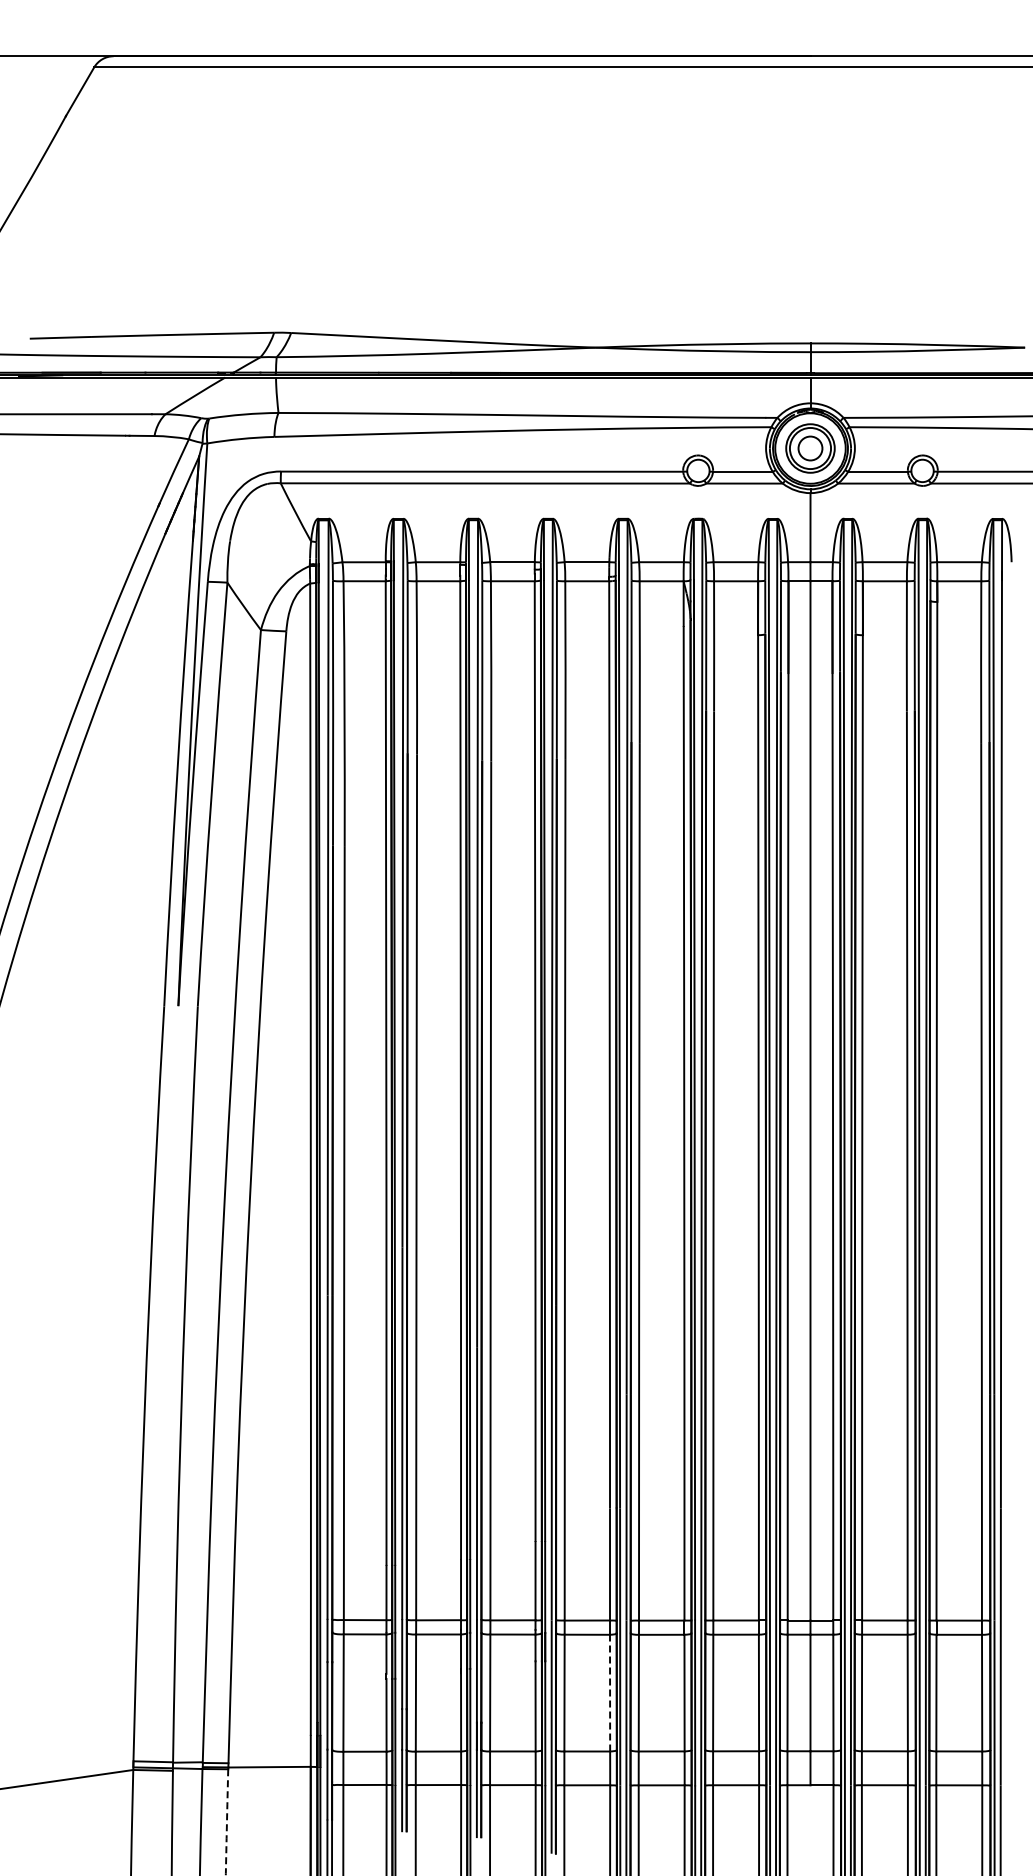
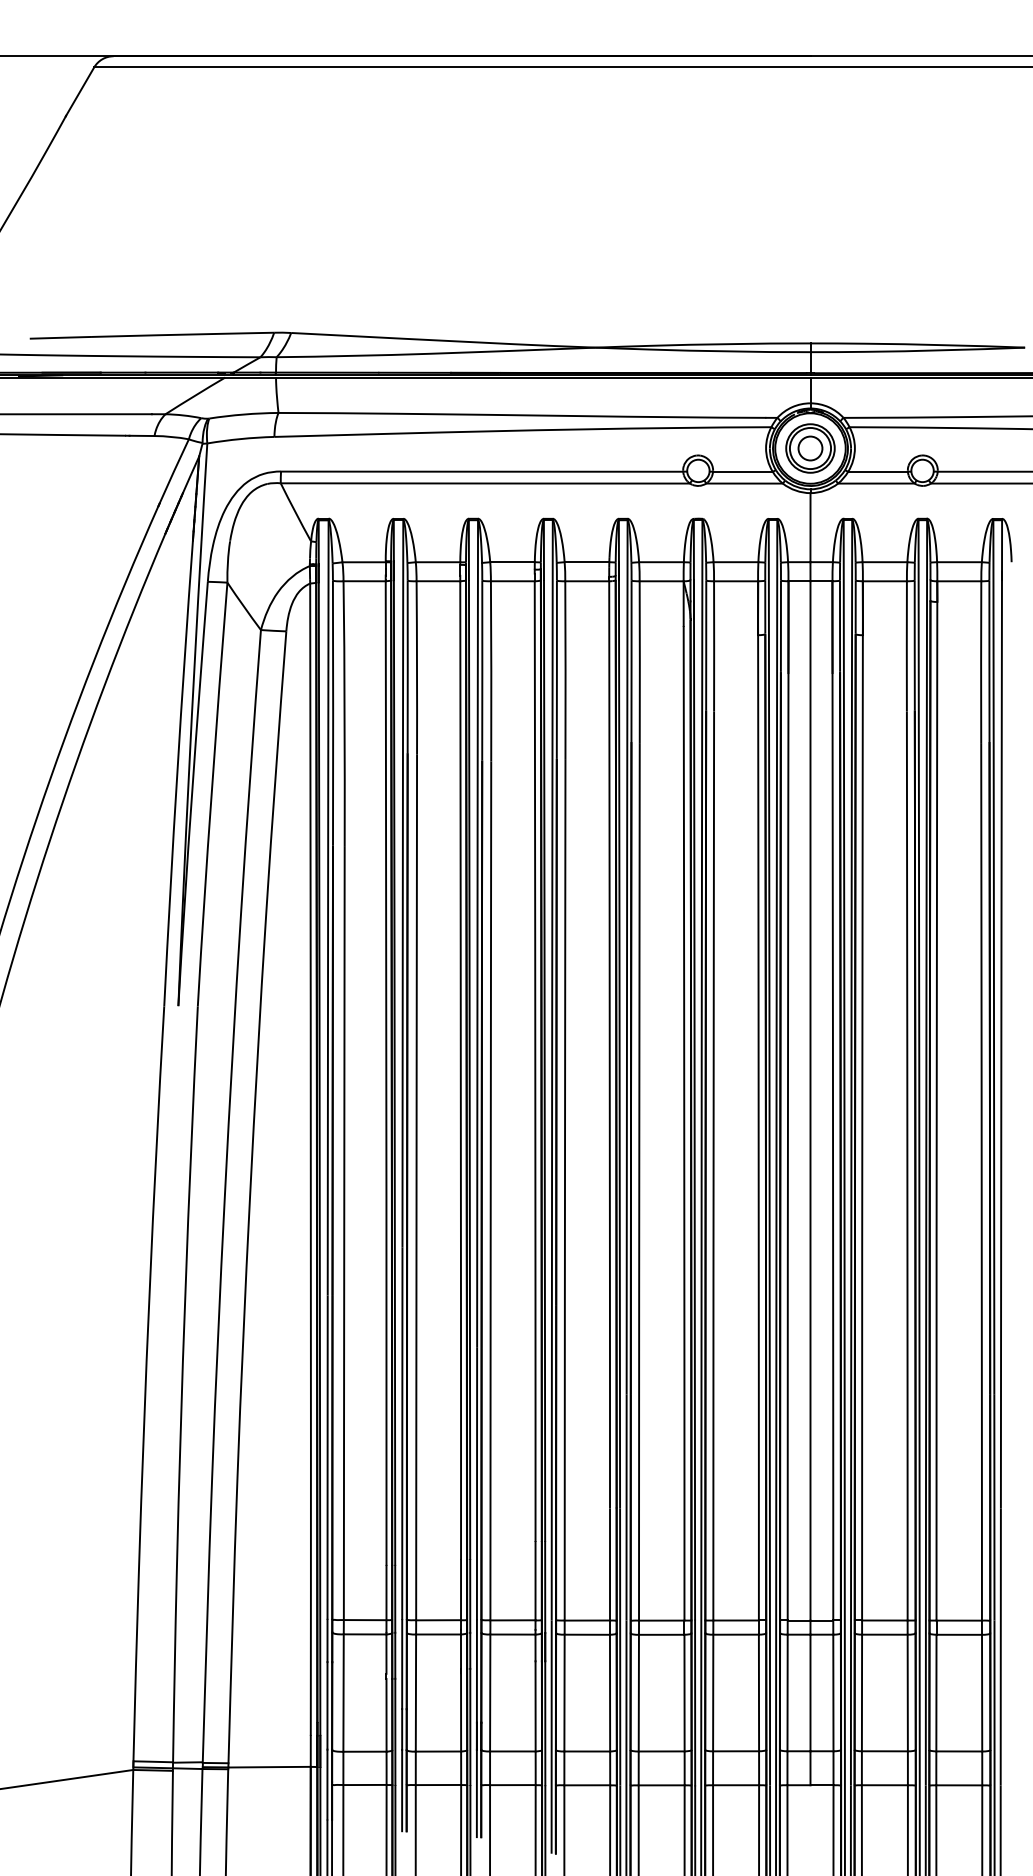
line at (610, 1692): dashed -> solid
arc at (227, 1822): dashed -> solid
